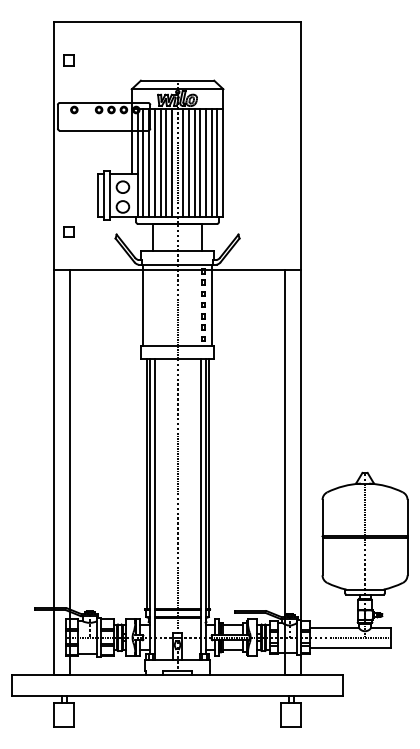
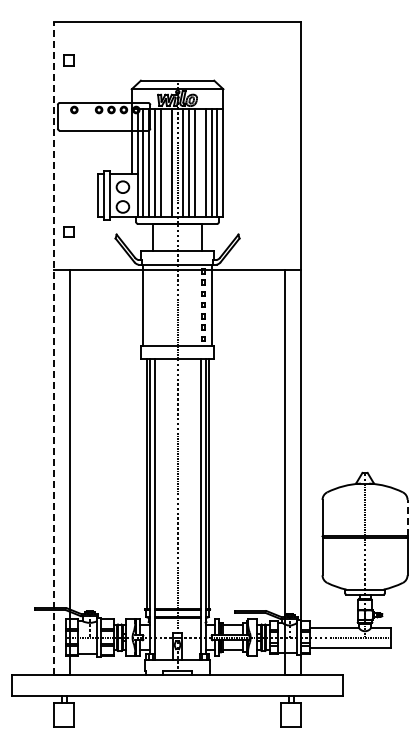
line at (166, 162): present -> none
line at (200, 162): present -> none
line at (53, 348): solid -> dashed
line at (407, 517): solid -> dashed
